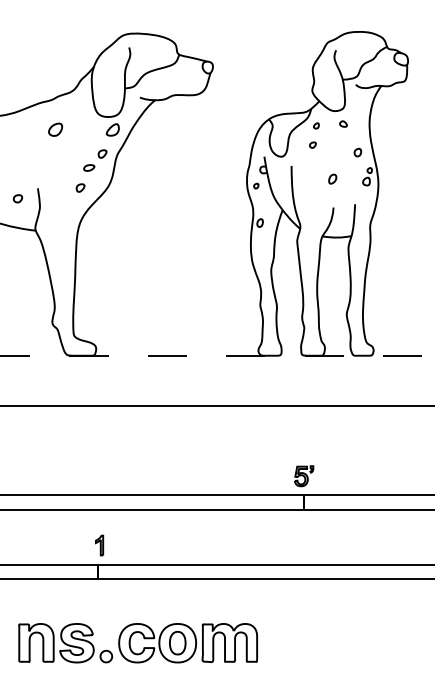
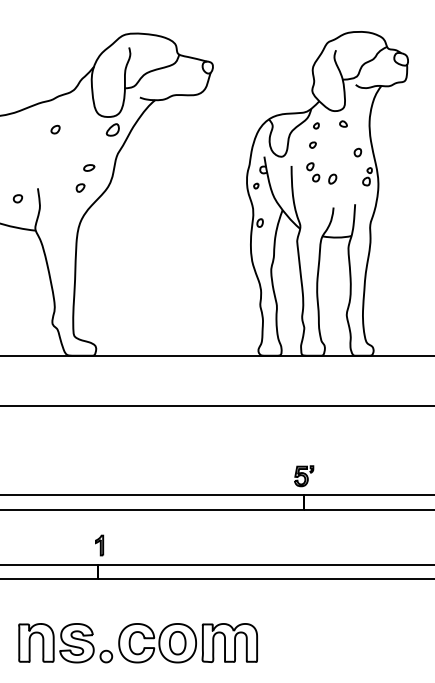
part at (55, 129) size: 16x15 px -> 11x11 px
part at (102, 153): present -> none
part at (313, 172): none -> present
line at (217, 355): dashed -> solid
